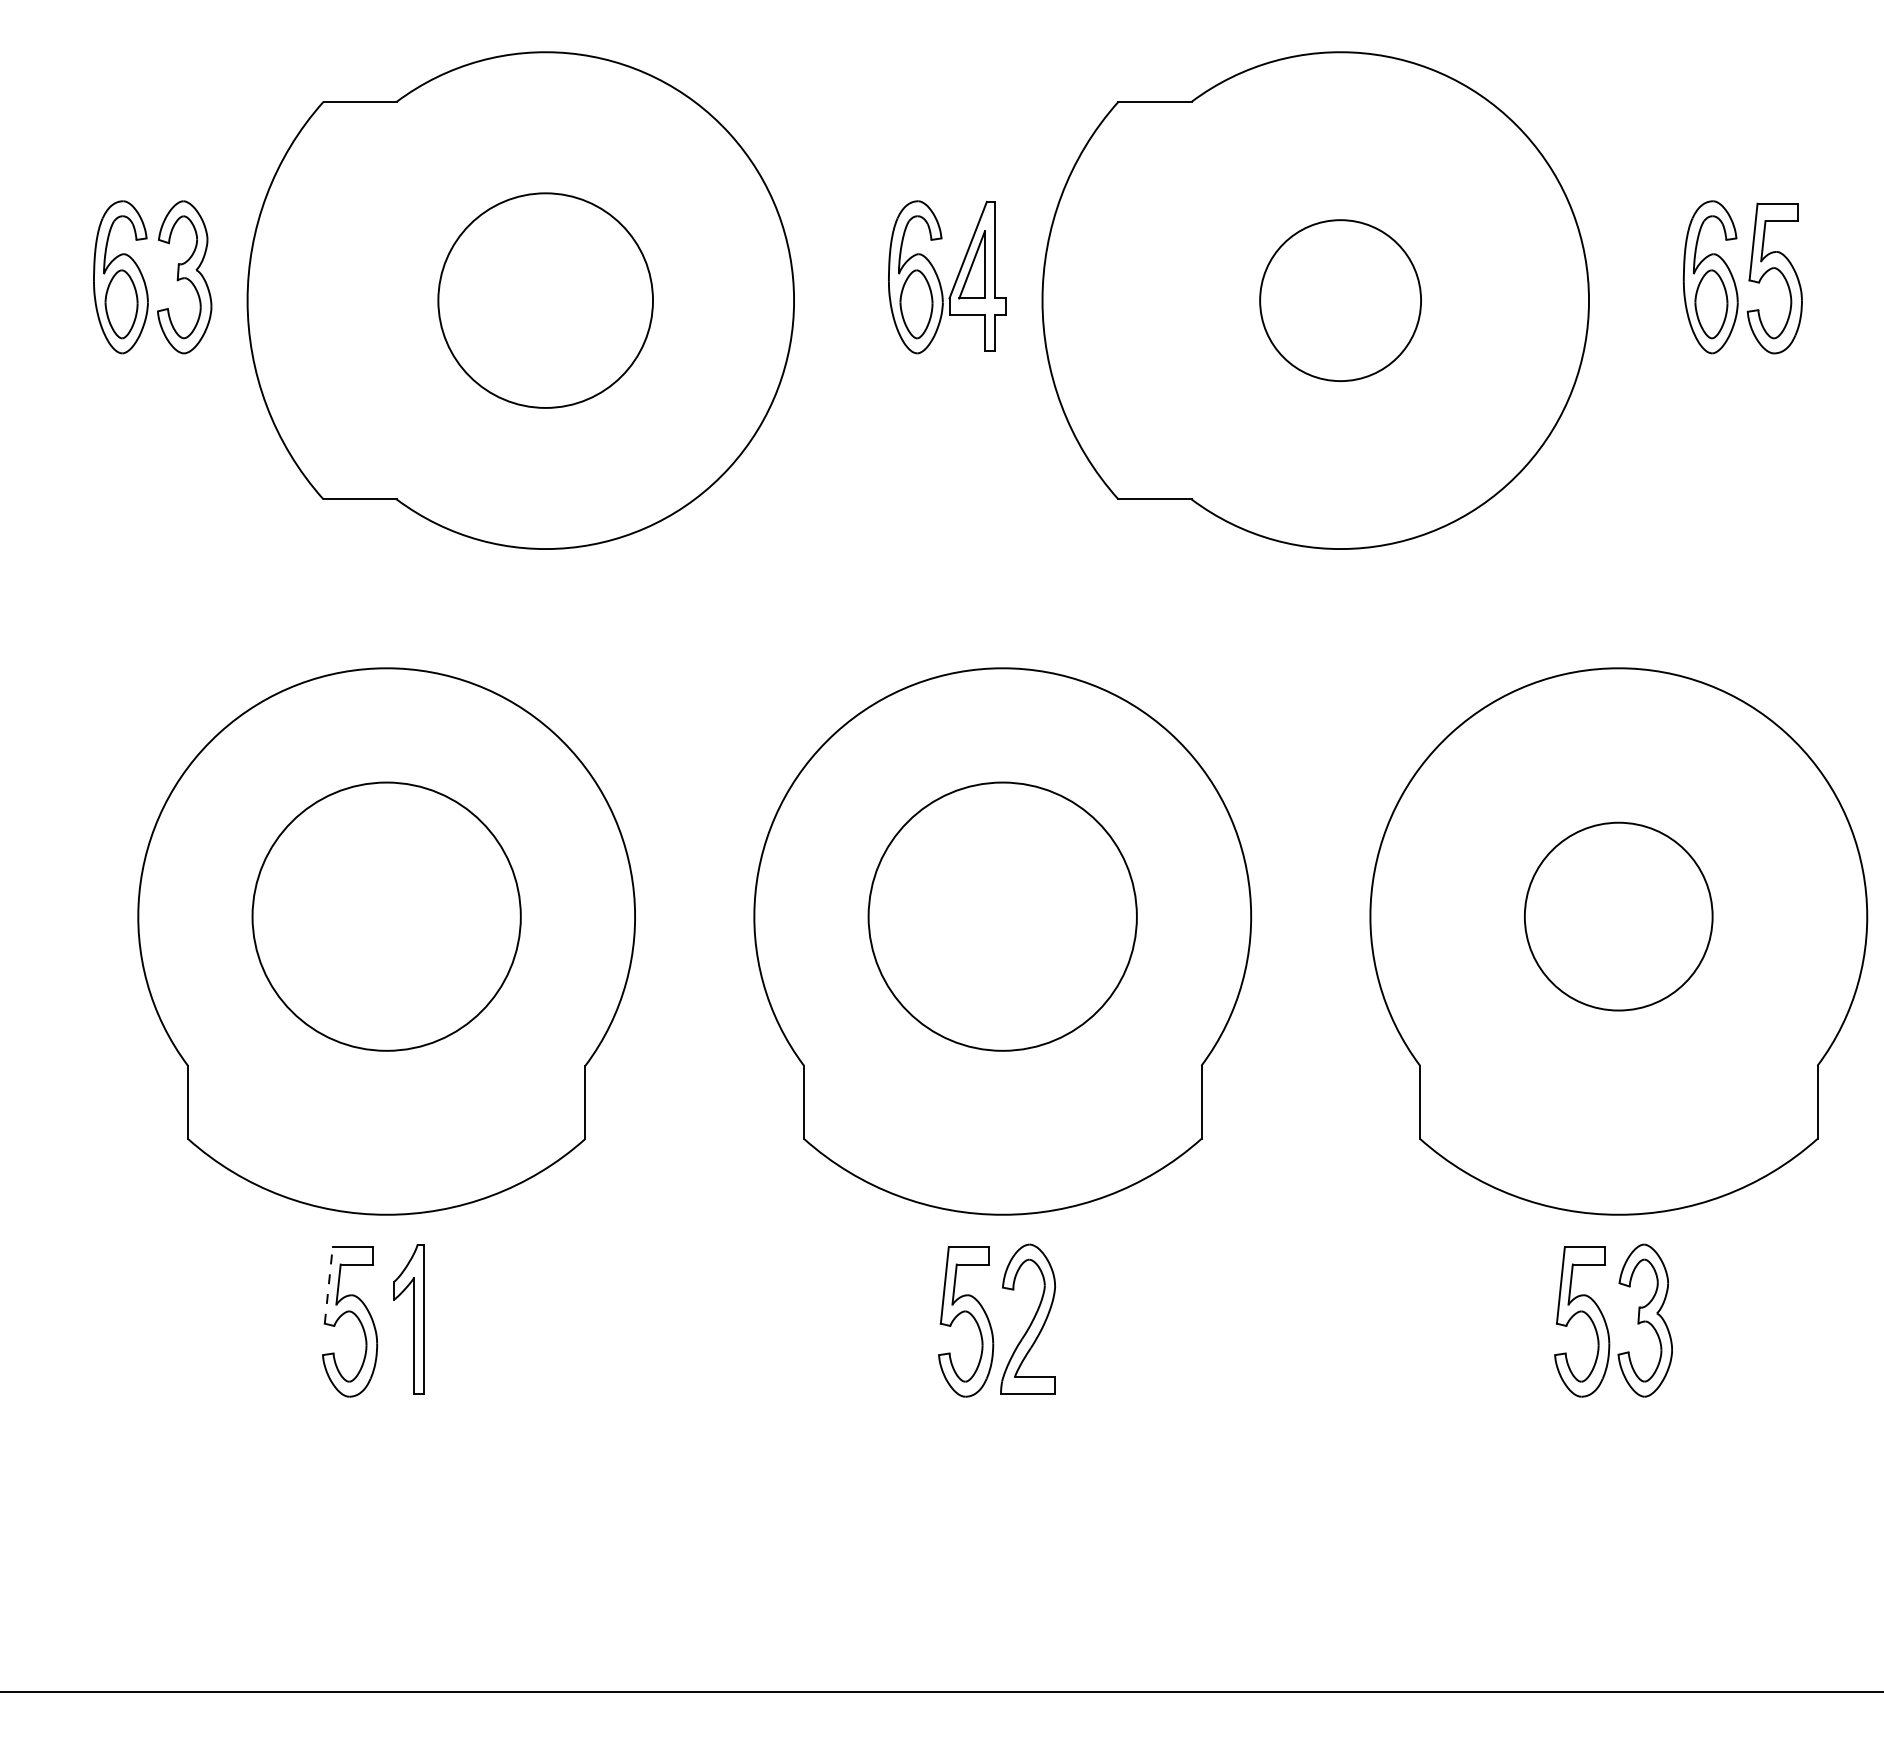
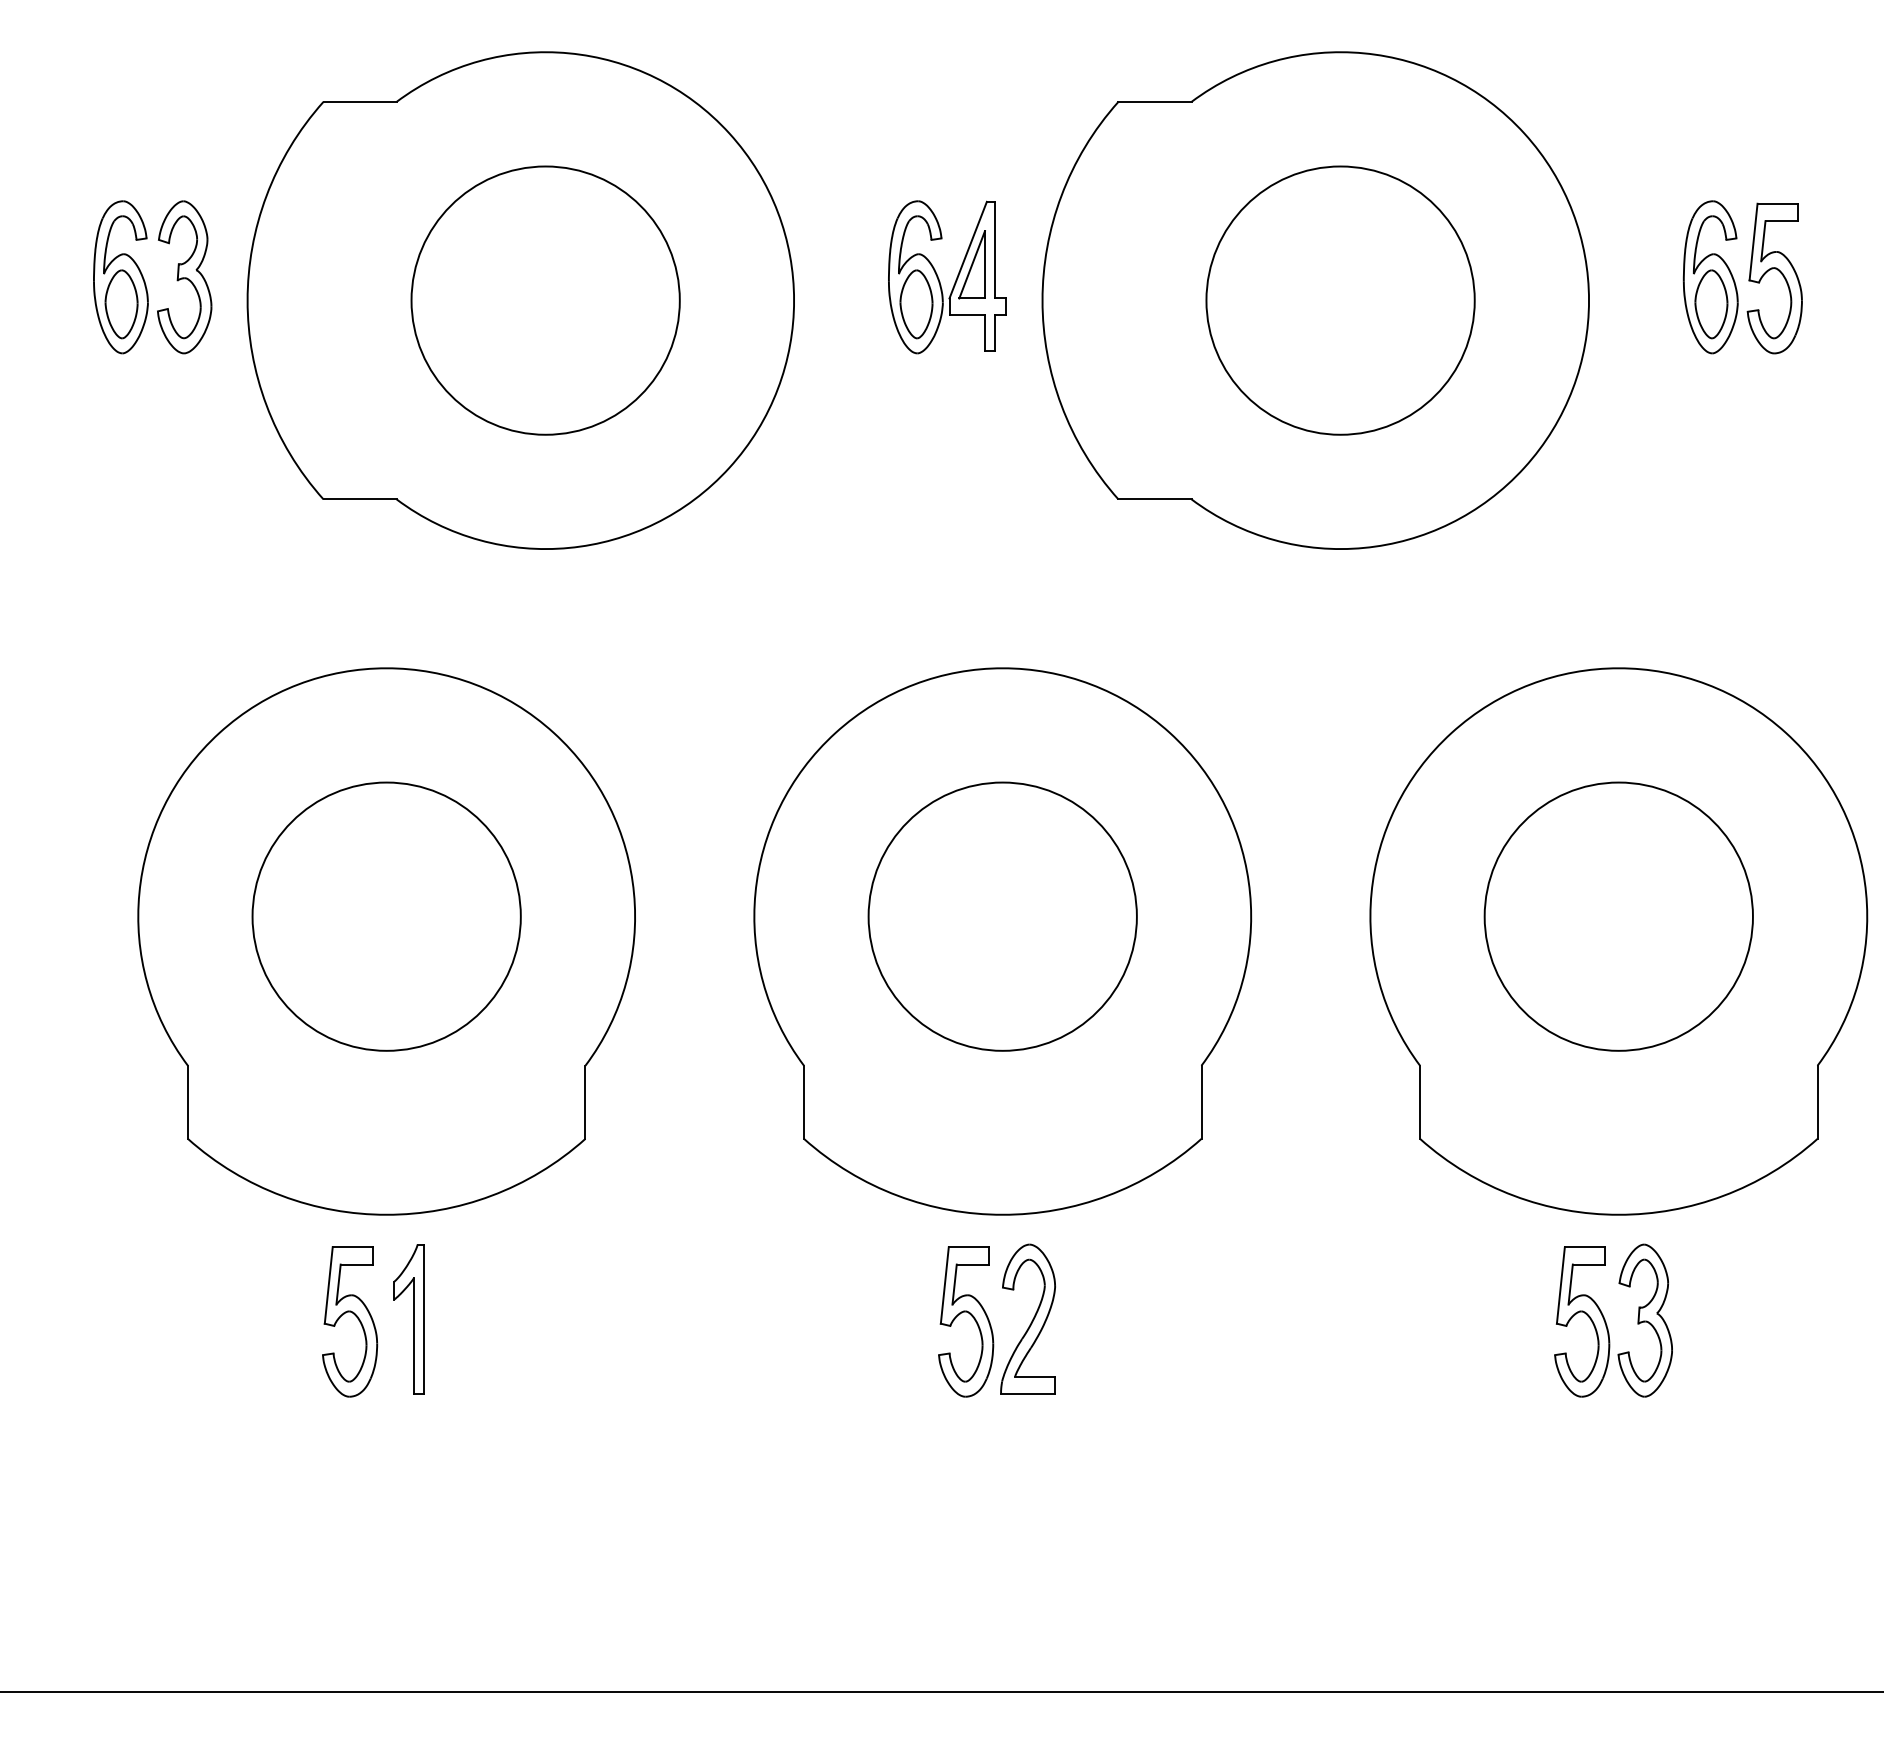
circle at (545, 300) diameter: 215 px -> 268 px
circle at (1340, 300) diameter: 161 px -> 268 px
circle at (1618, 916) size: 190x191 px -> 271x271 px
line at (328, 1285): dashed -> solid
